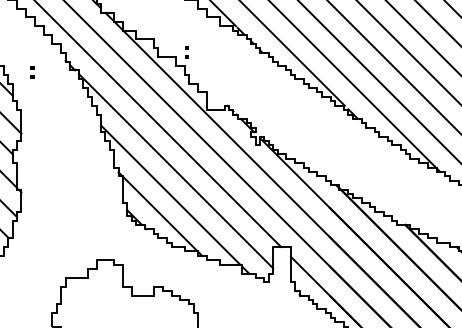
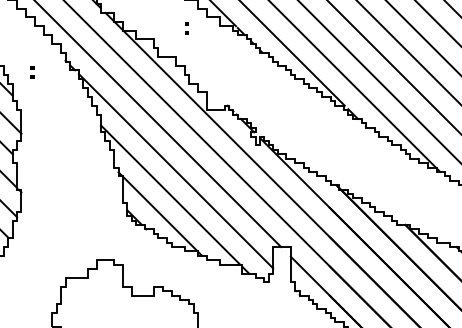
part at (186, 52) position: (186, 52) -> (186, 28)
